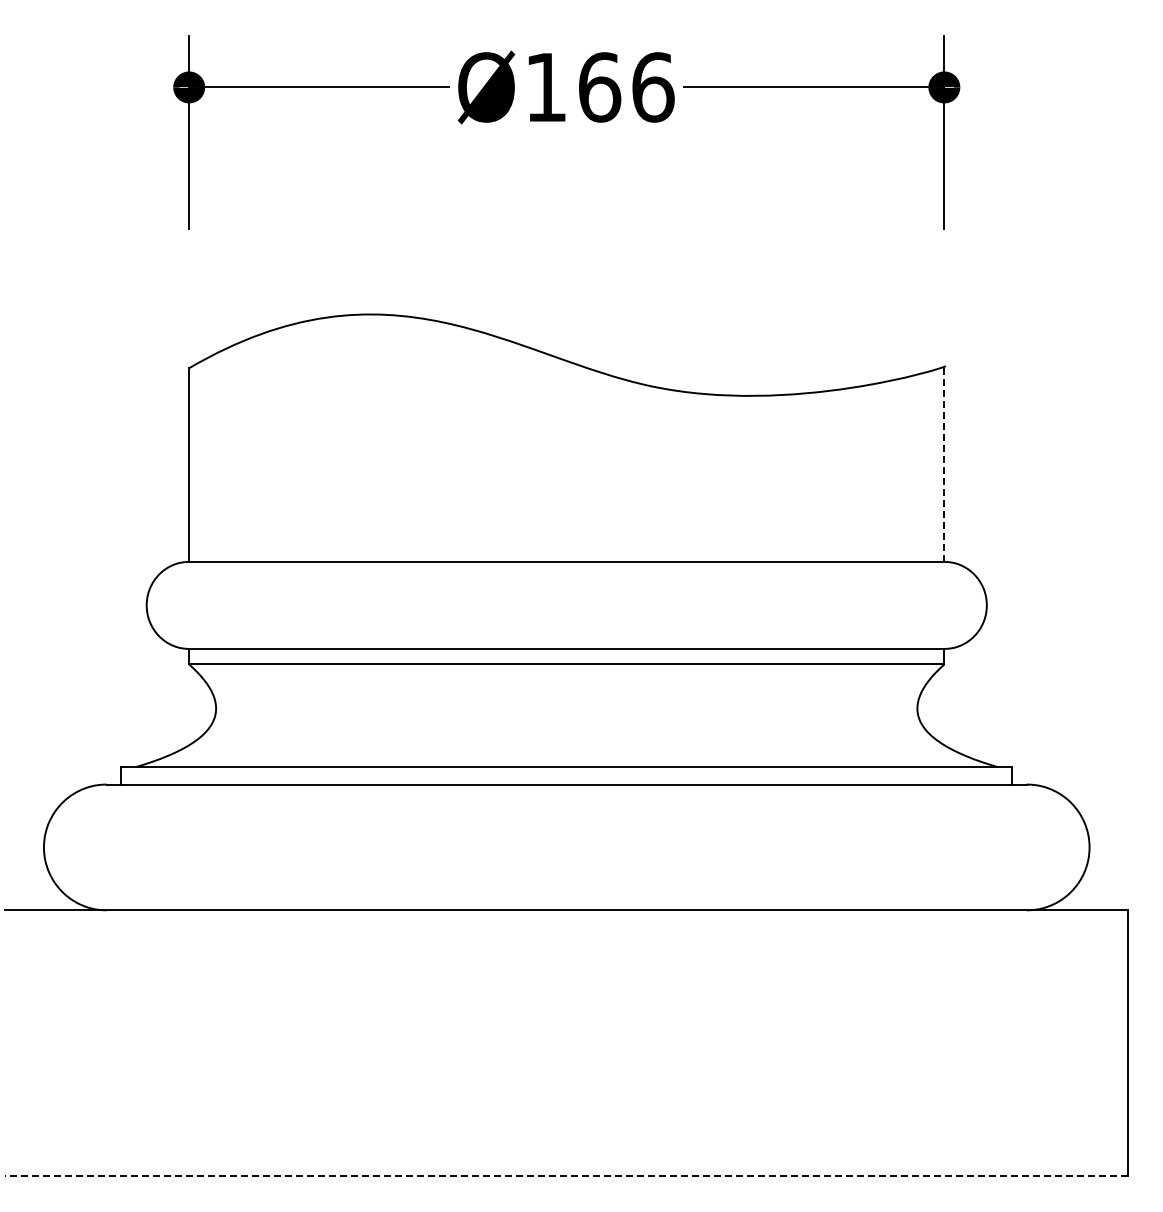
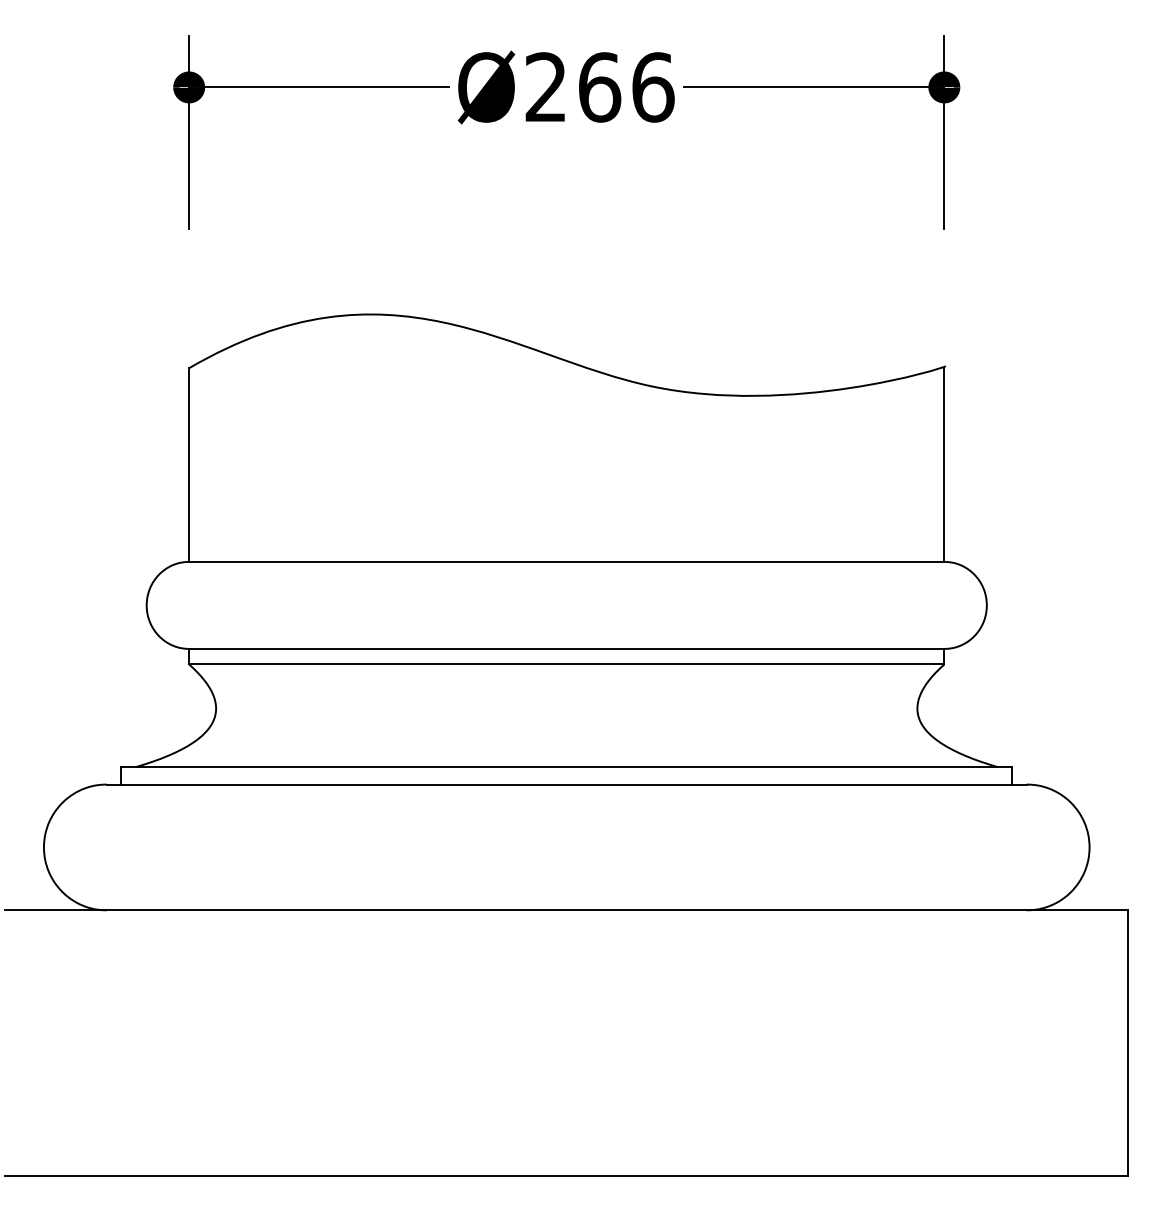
text at (545, 86): Ø166 -> Ø266
line at (944, 465): dashed -> solid
line at (566, 1175): dashed -> solid
